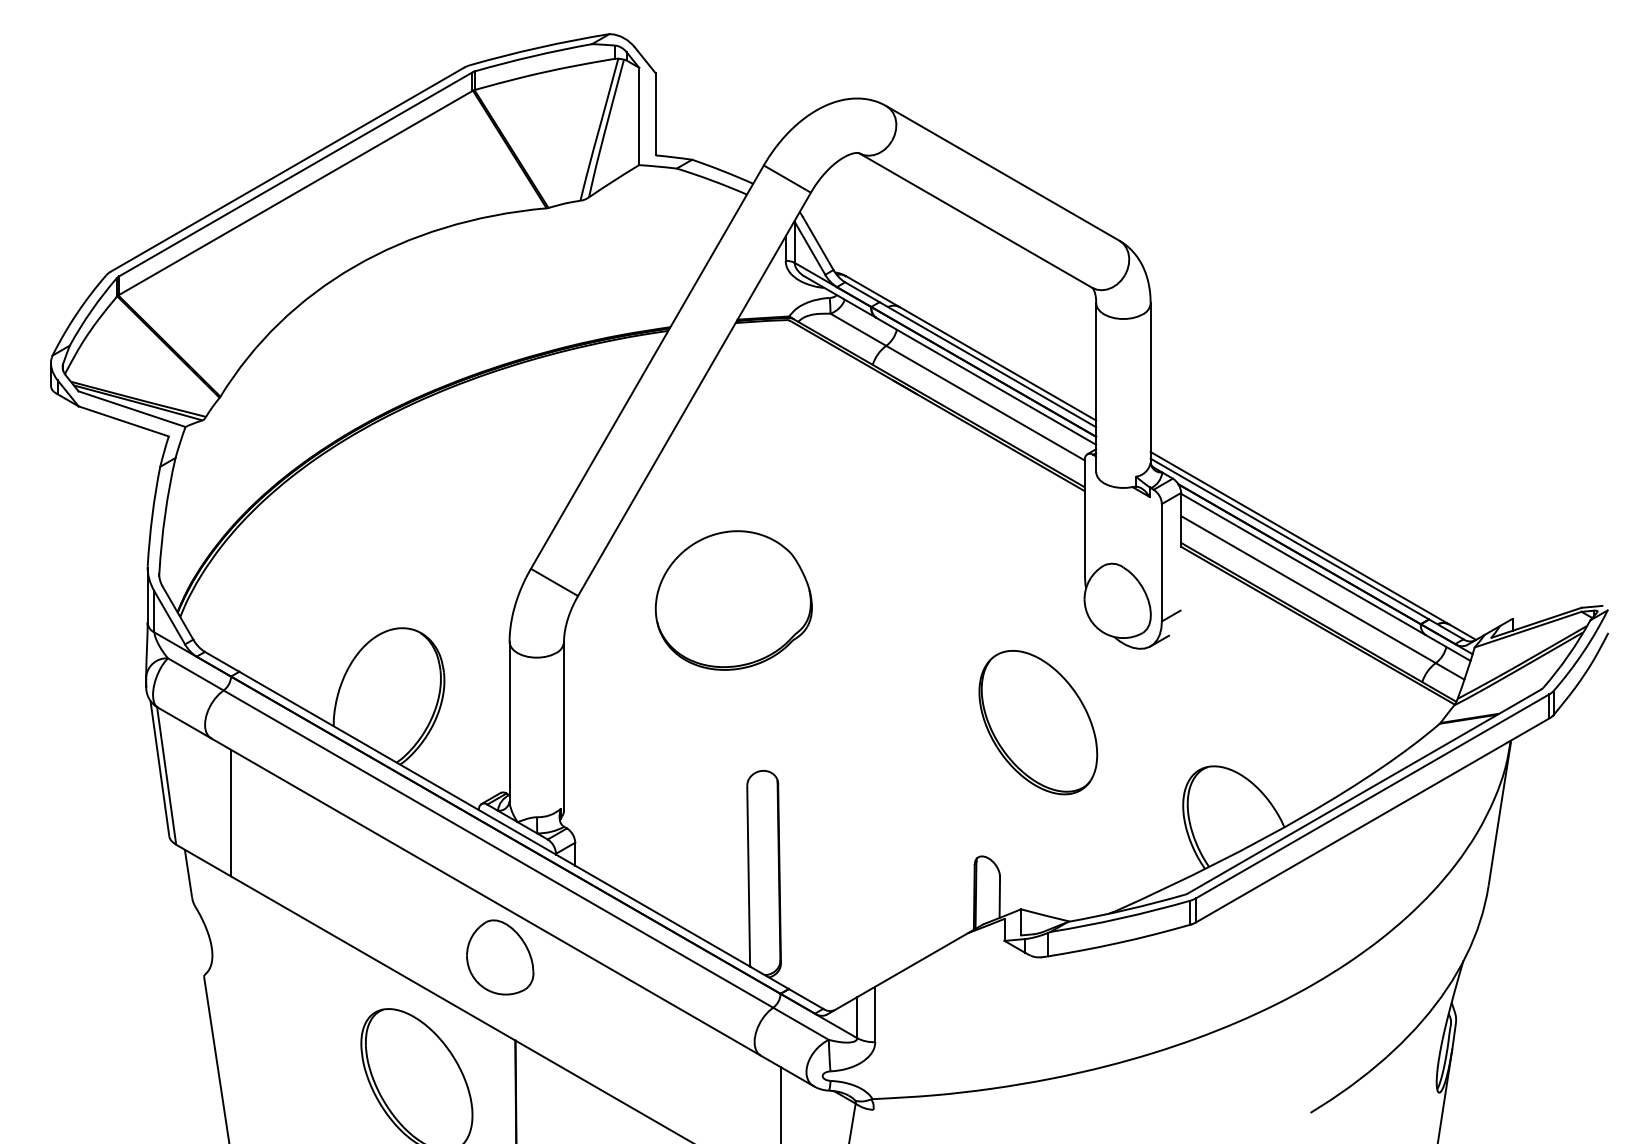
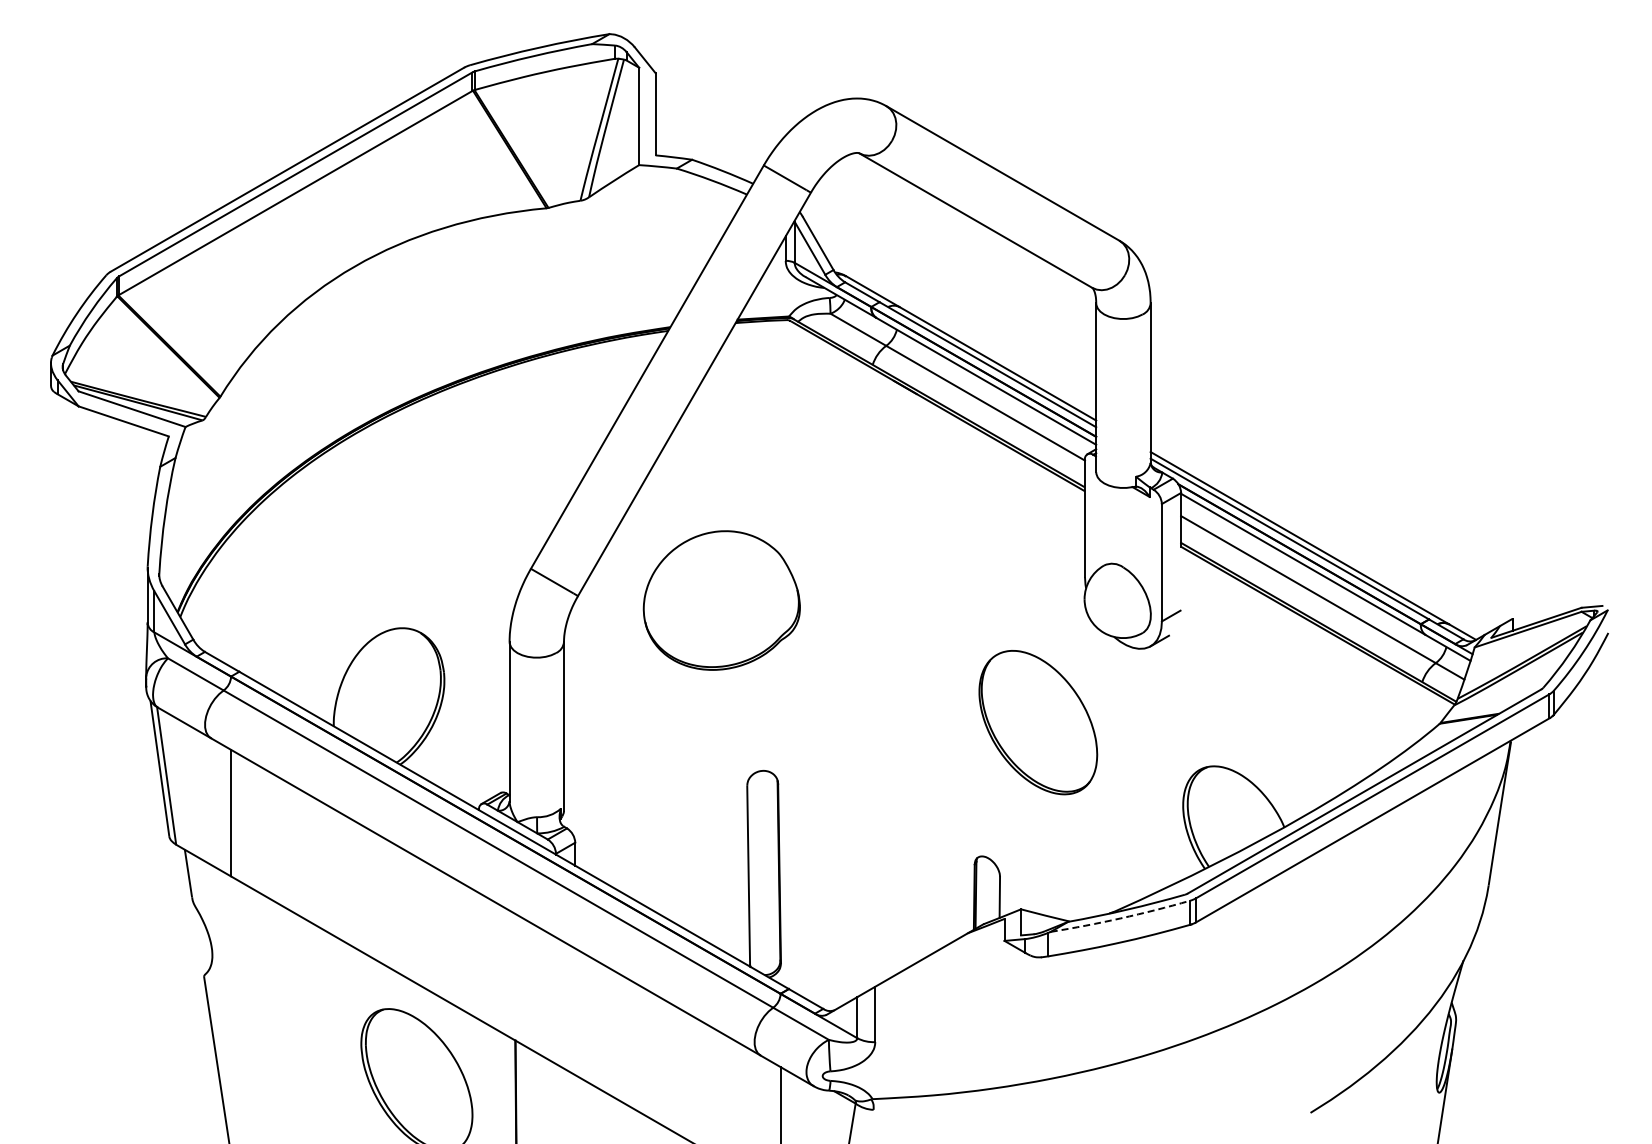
part at (733, 600) position: (733, 600) -> (721, 600)
arc at (1120, 918): solid -> dashed
part at (500, 957): present -> none
